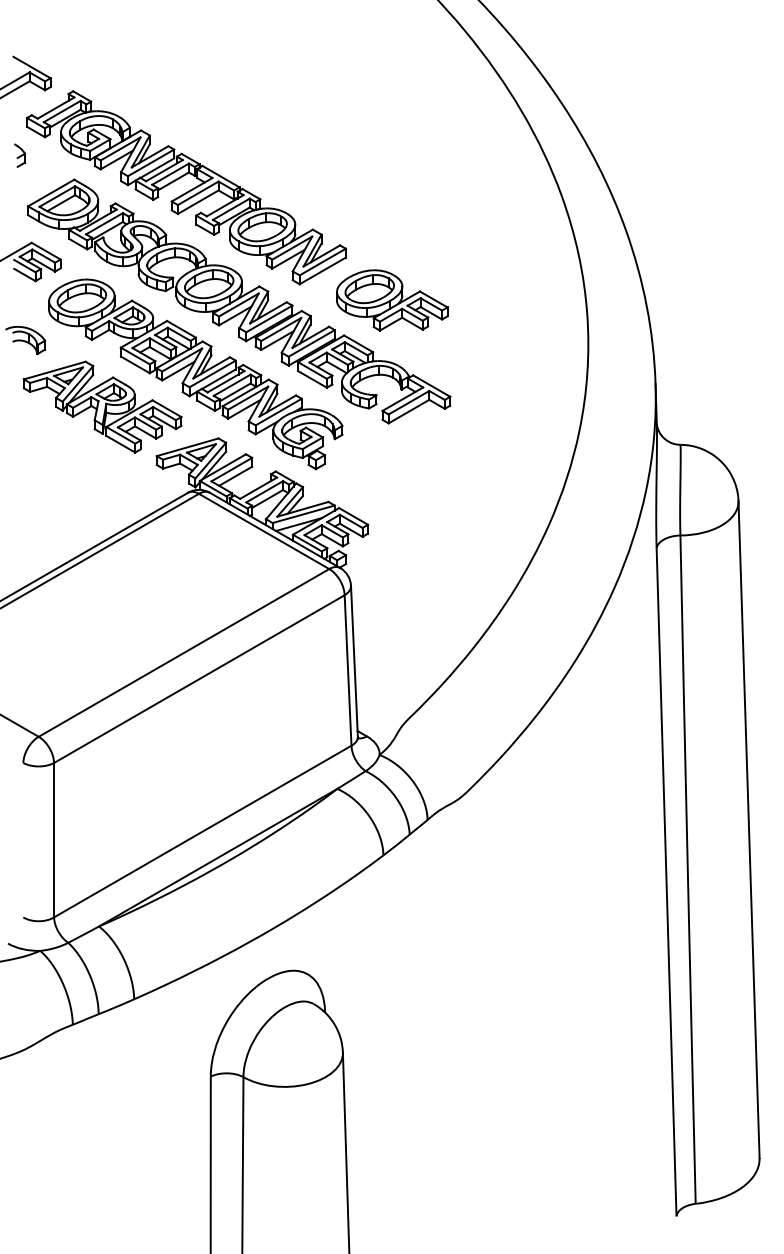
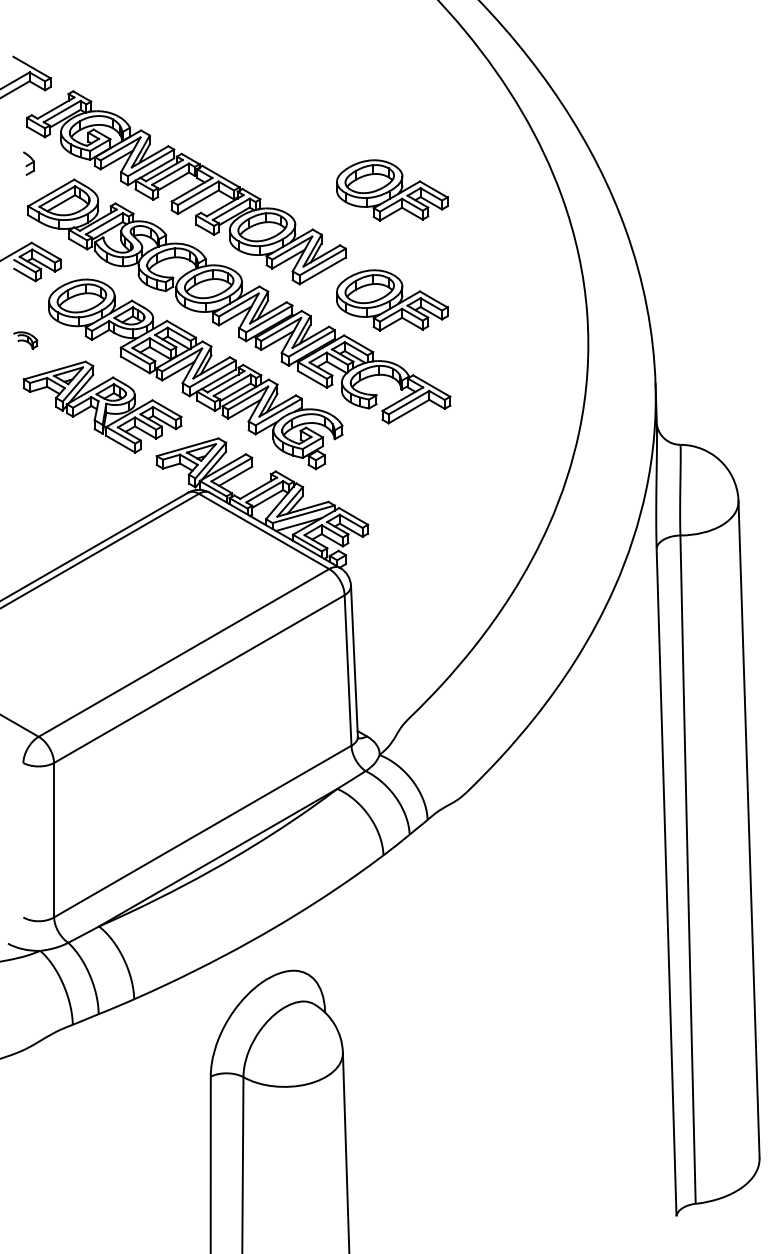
part at (19, 155) position: (19, 155) -> (28, 163)
part at (392, 190): none -> present
part at (25, 340) size: 41x29 px -> 26x19 px
